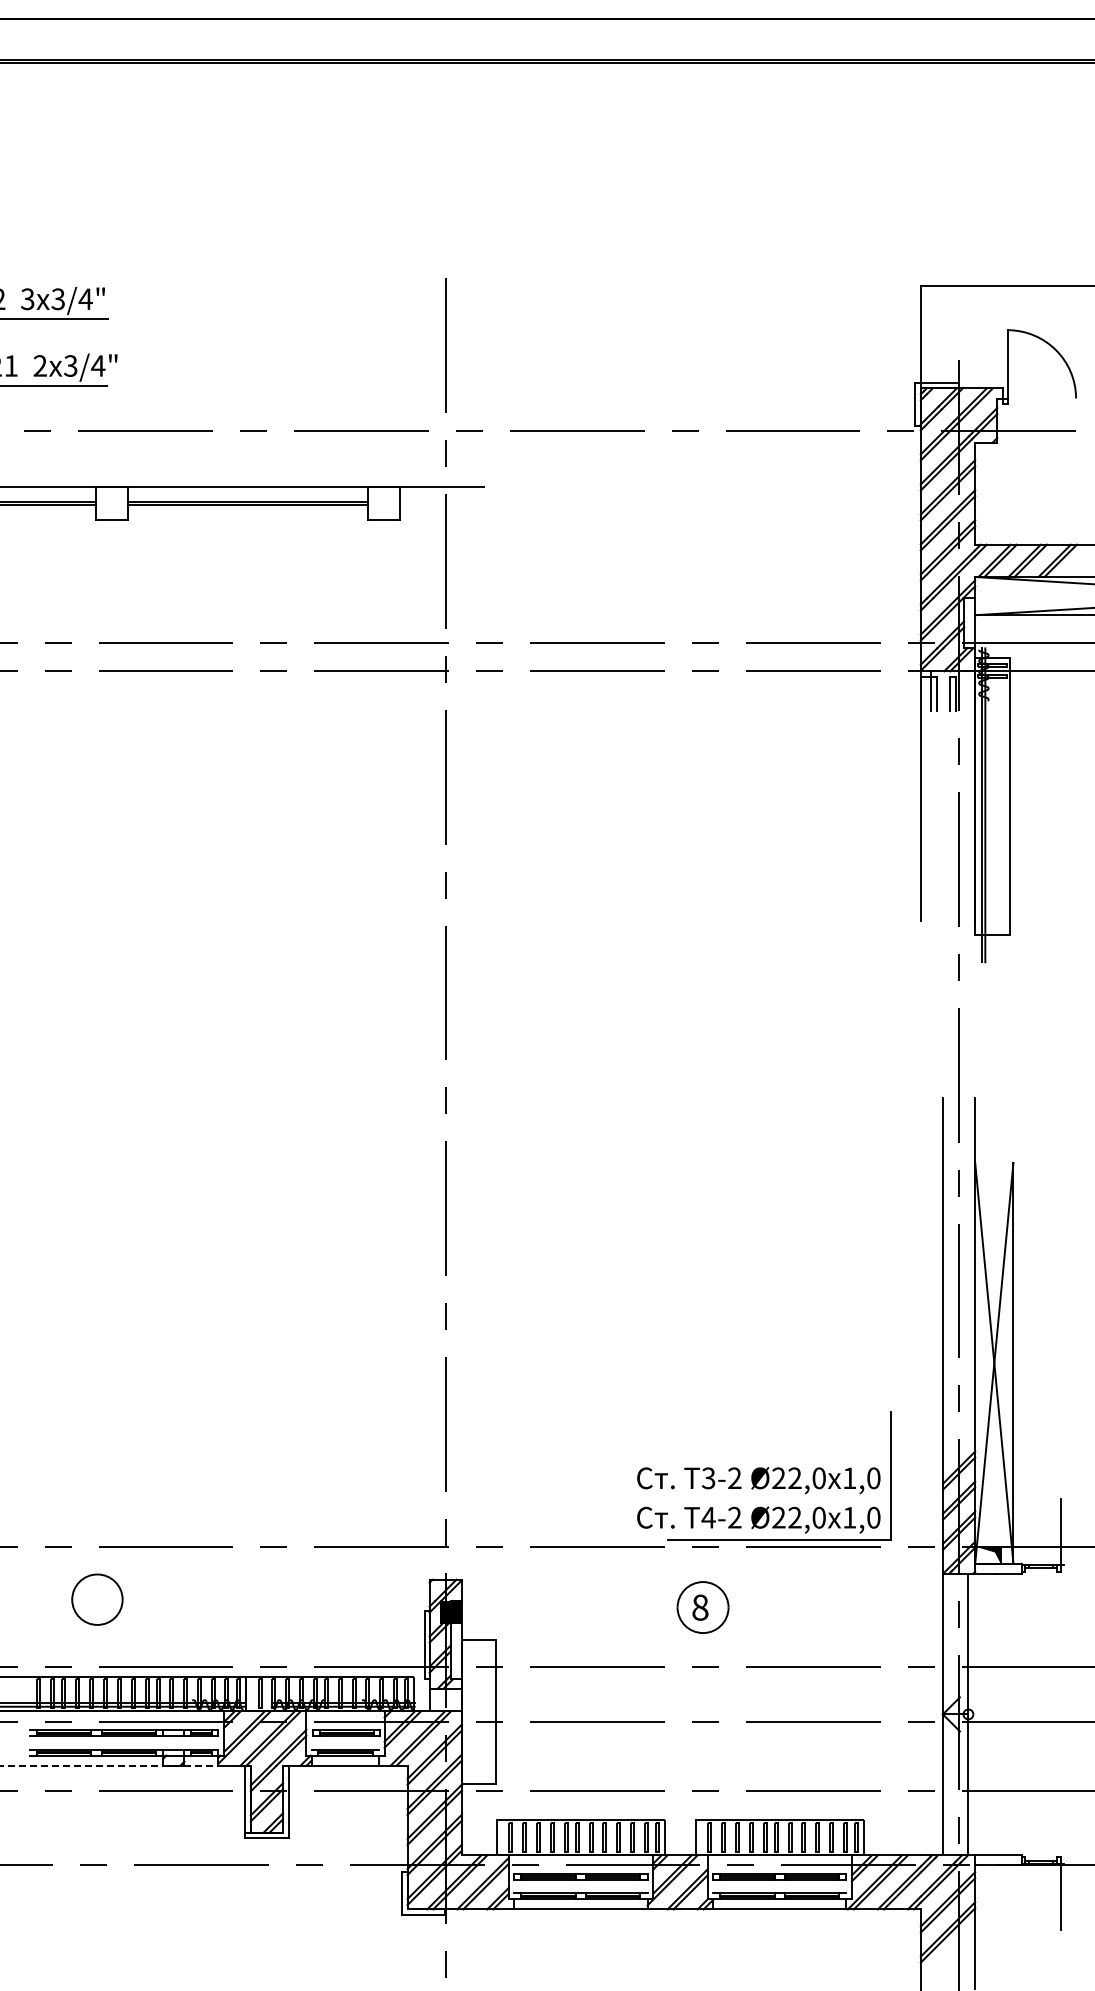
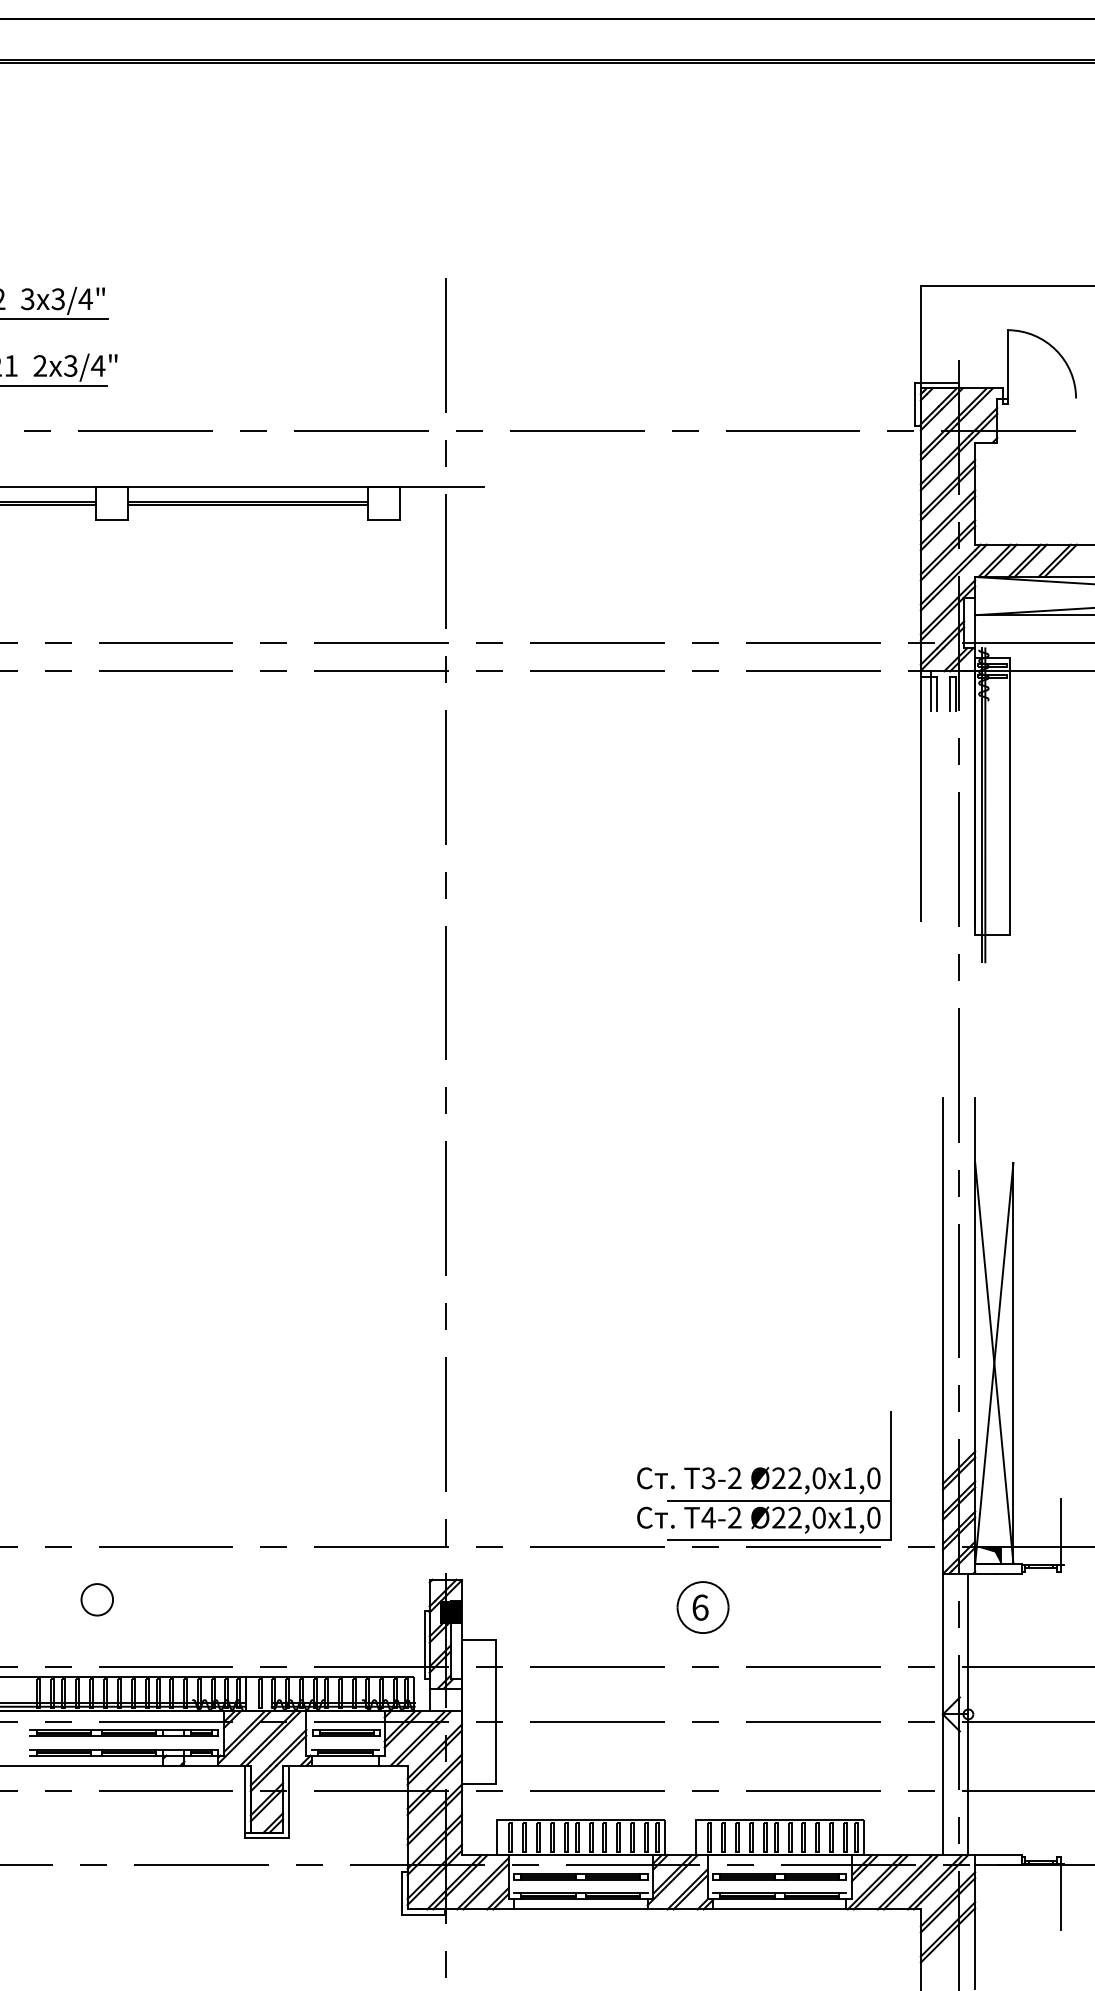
line at (779, 1500): none -> present
circle at (97, 1599) size: 53x53 px -> 34x34 px
text at (700, 1607): 8 -> 6
line at (109, 1765): dashed -> solid
